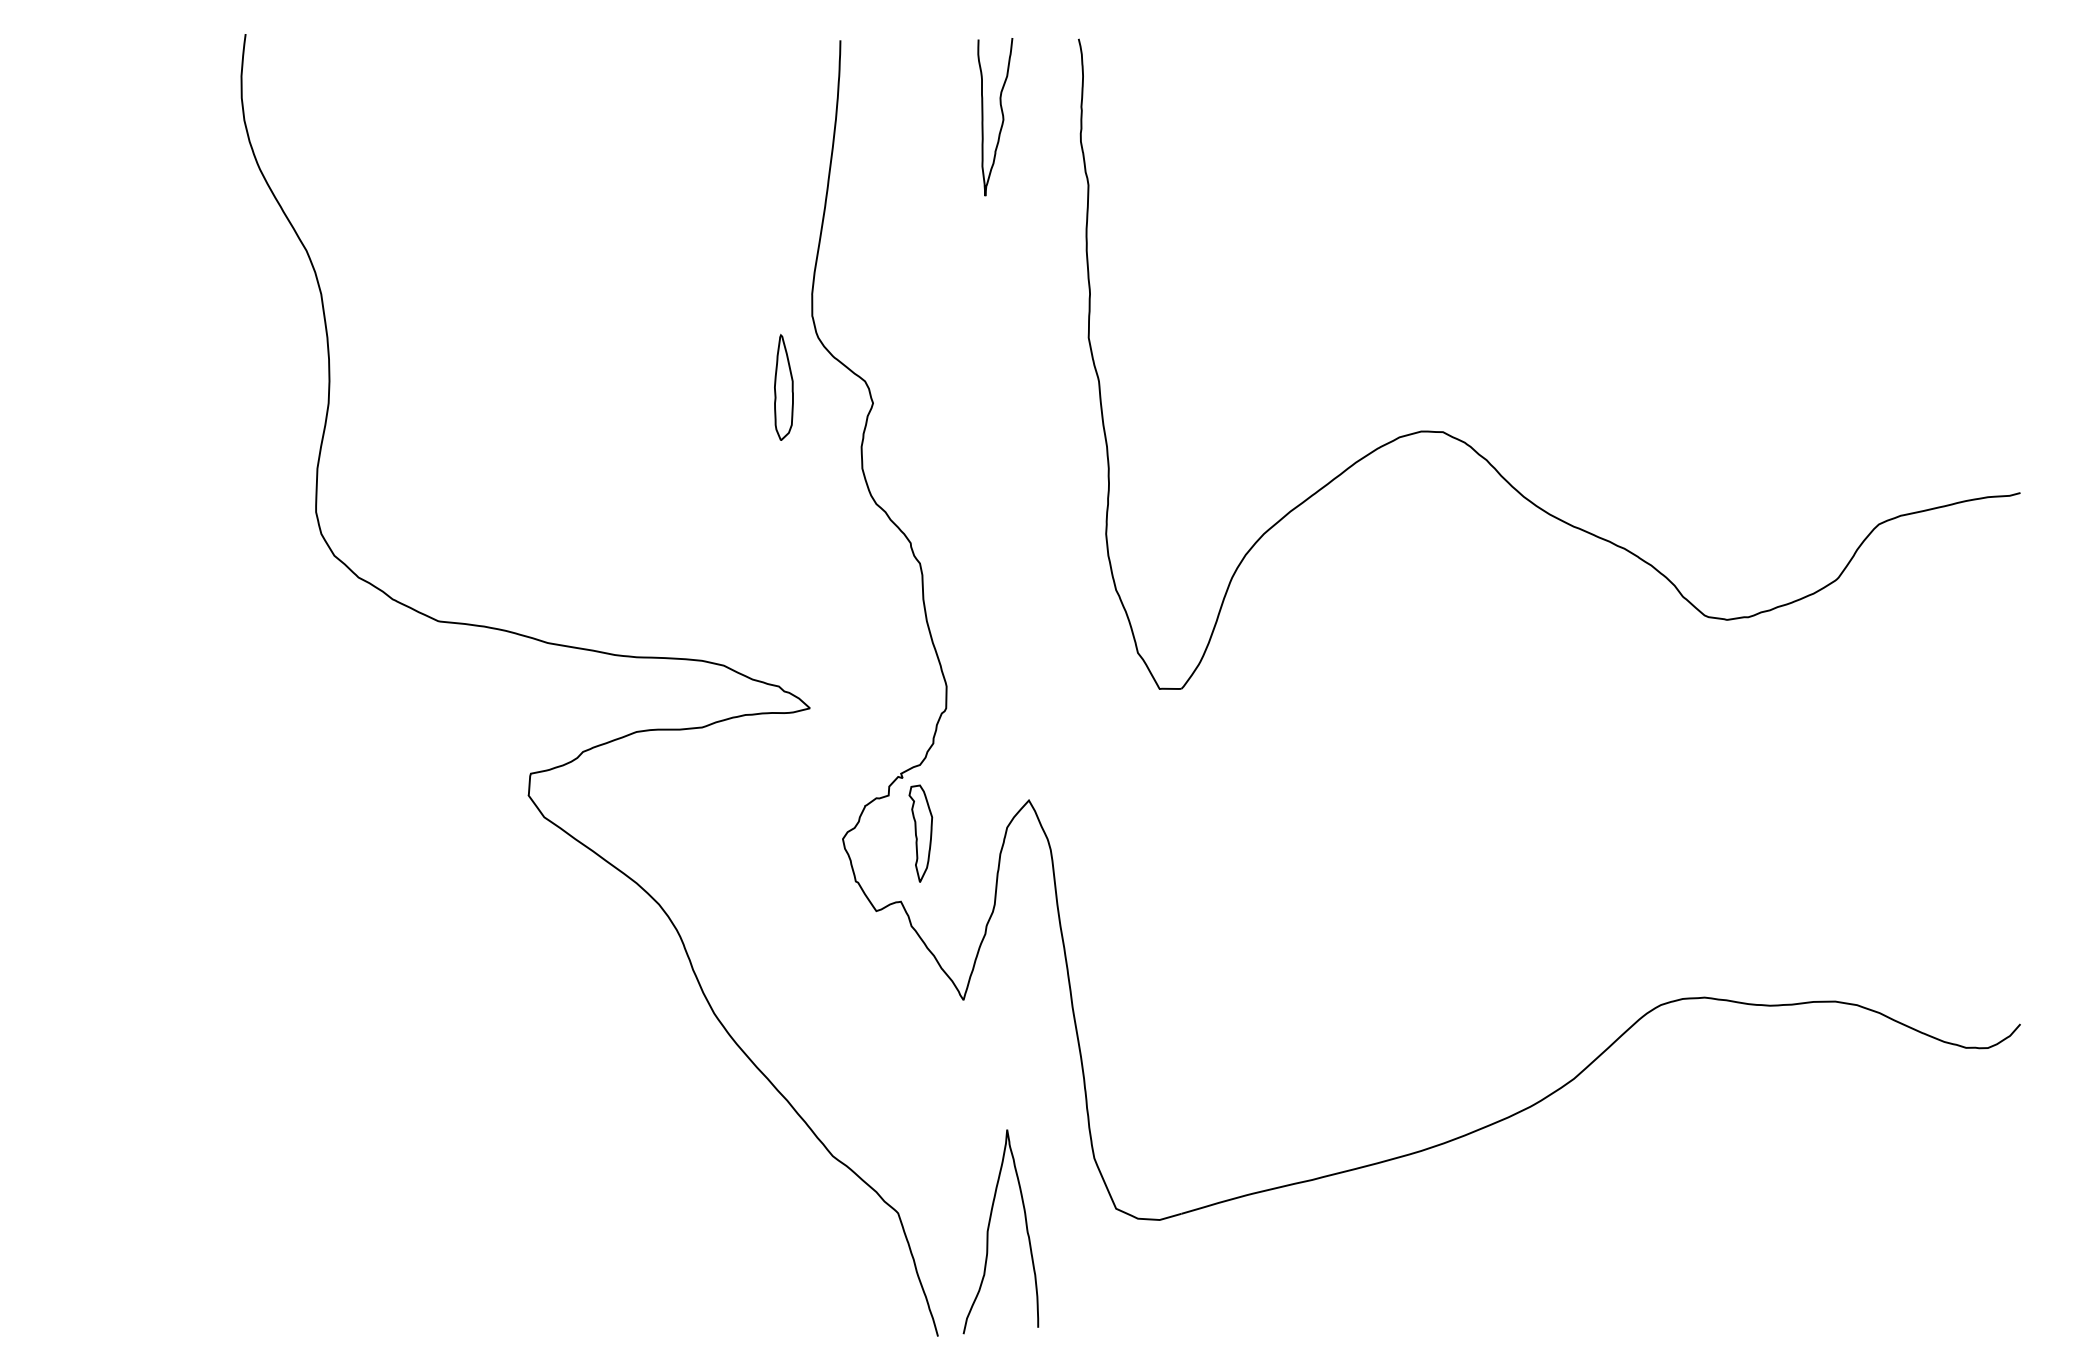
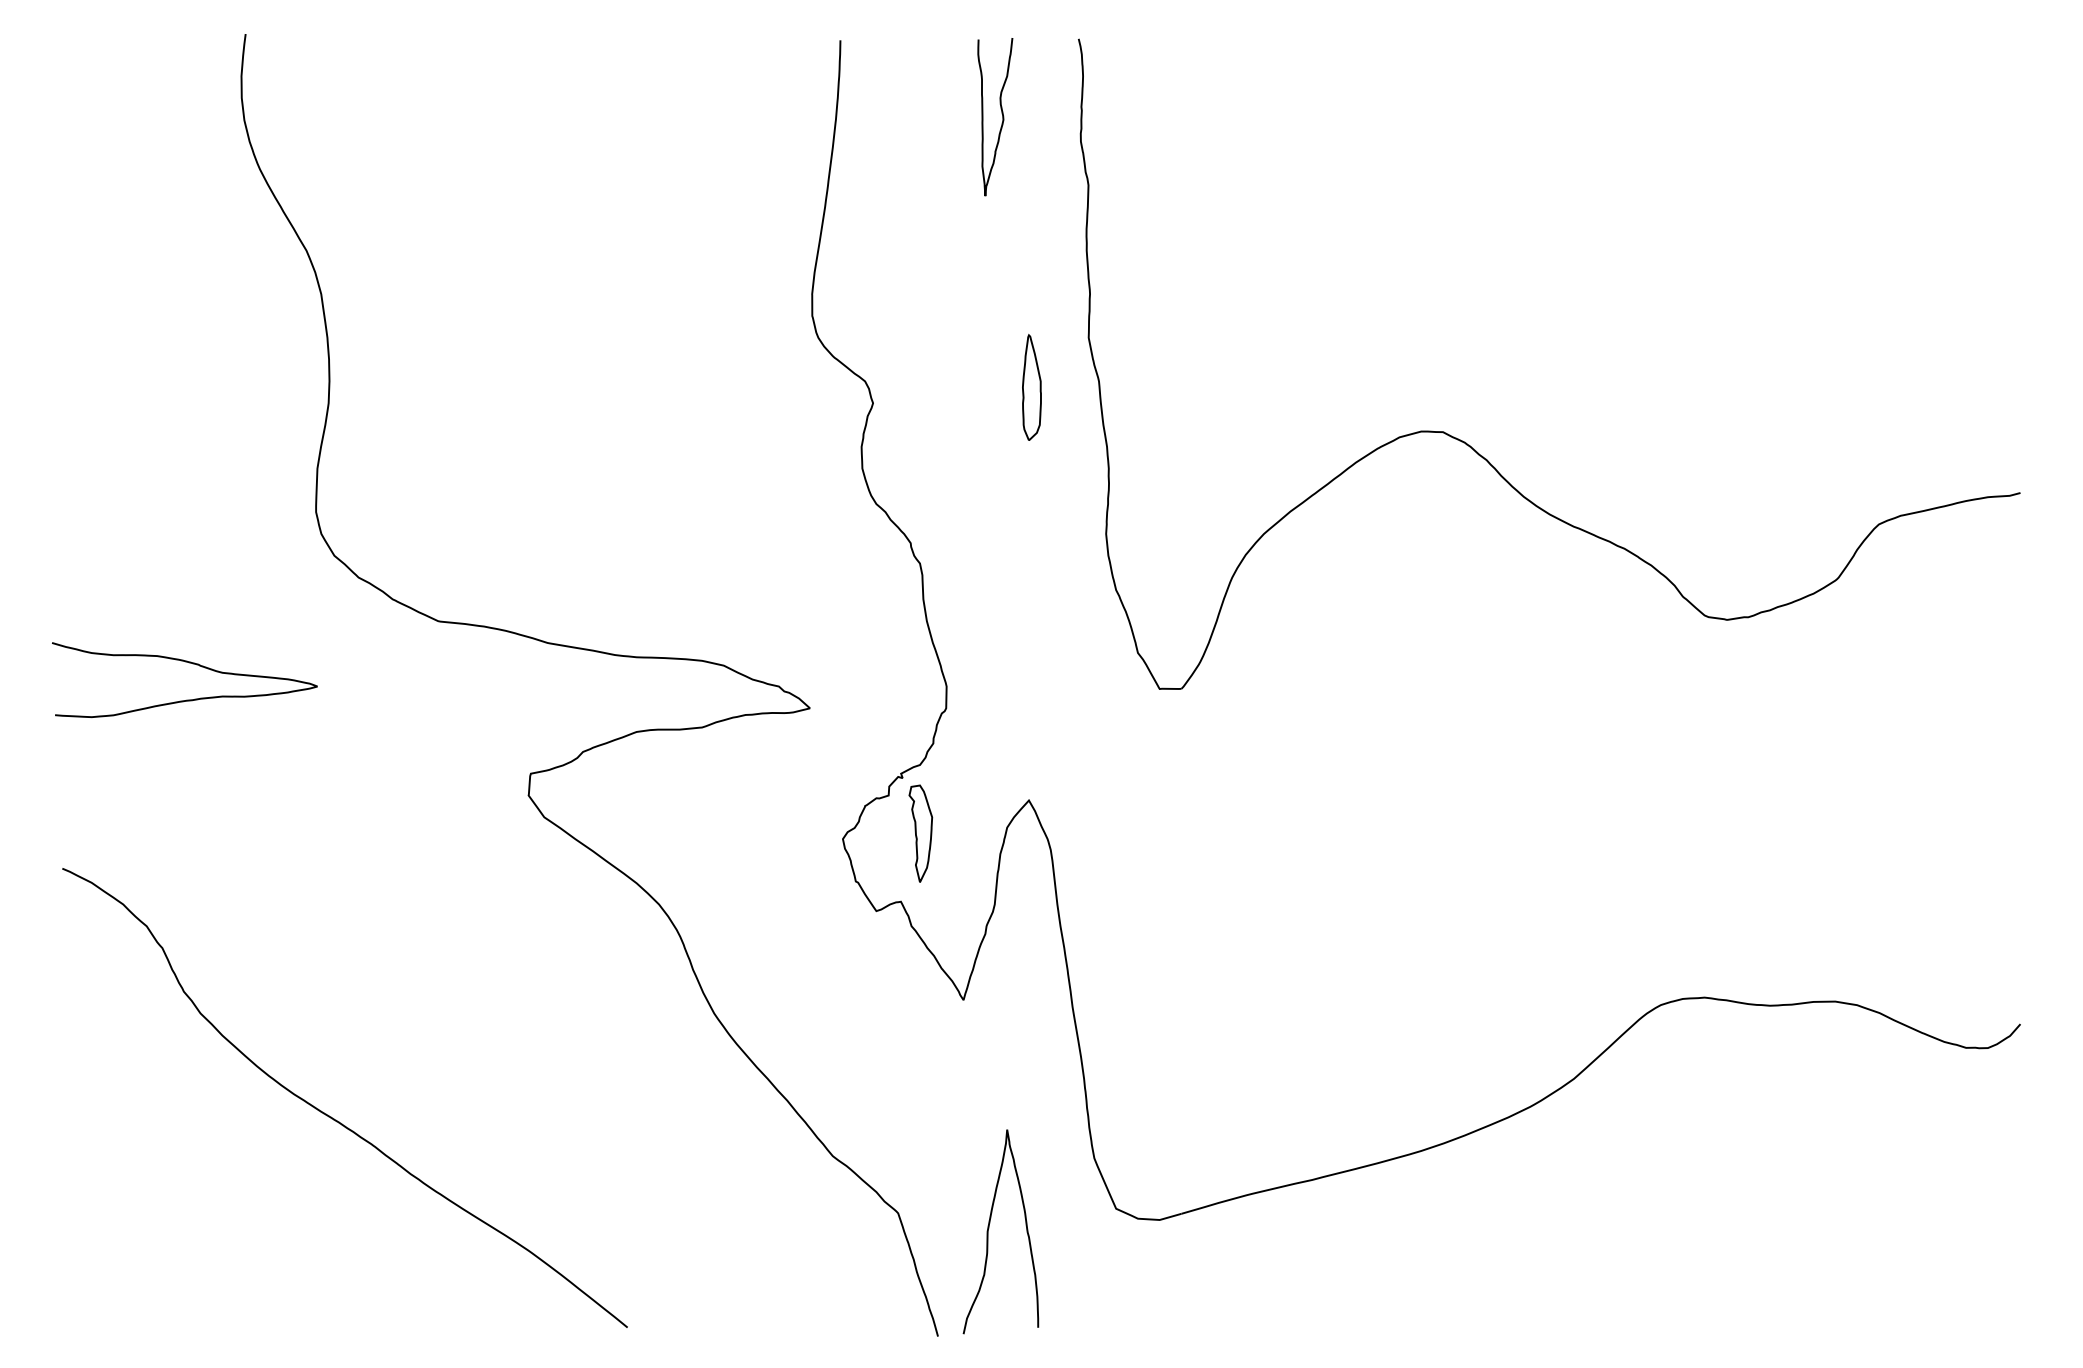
part at (783, 387) position: (783, 387) -> (1031, 387)
curve at (189, 663): none -> present
curve at (331, 1116): none -> present
